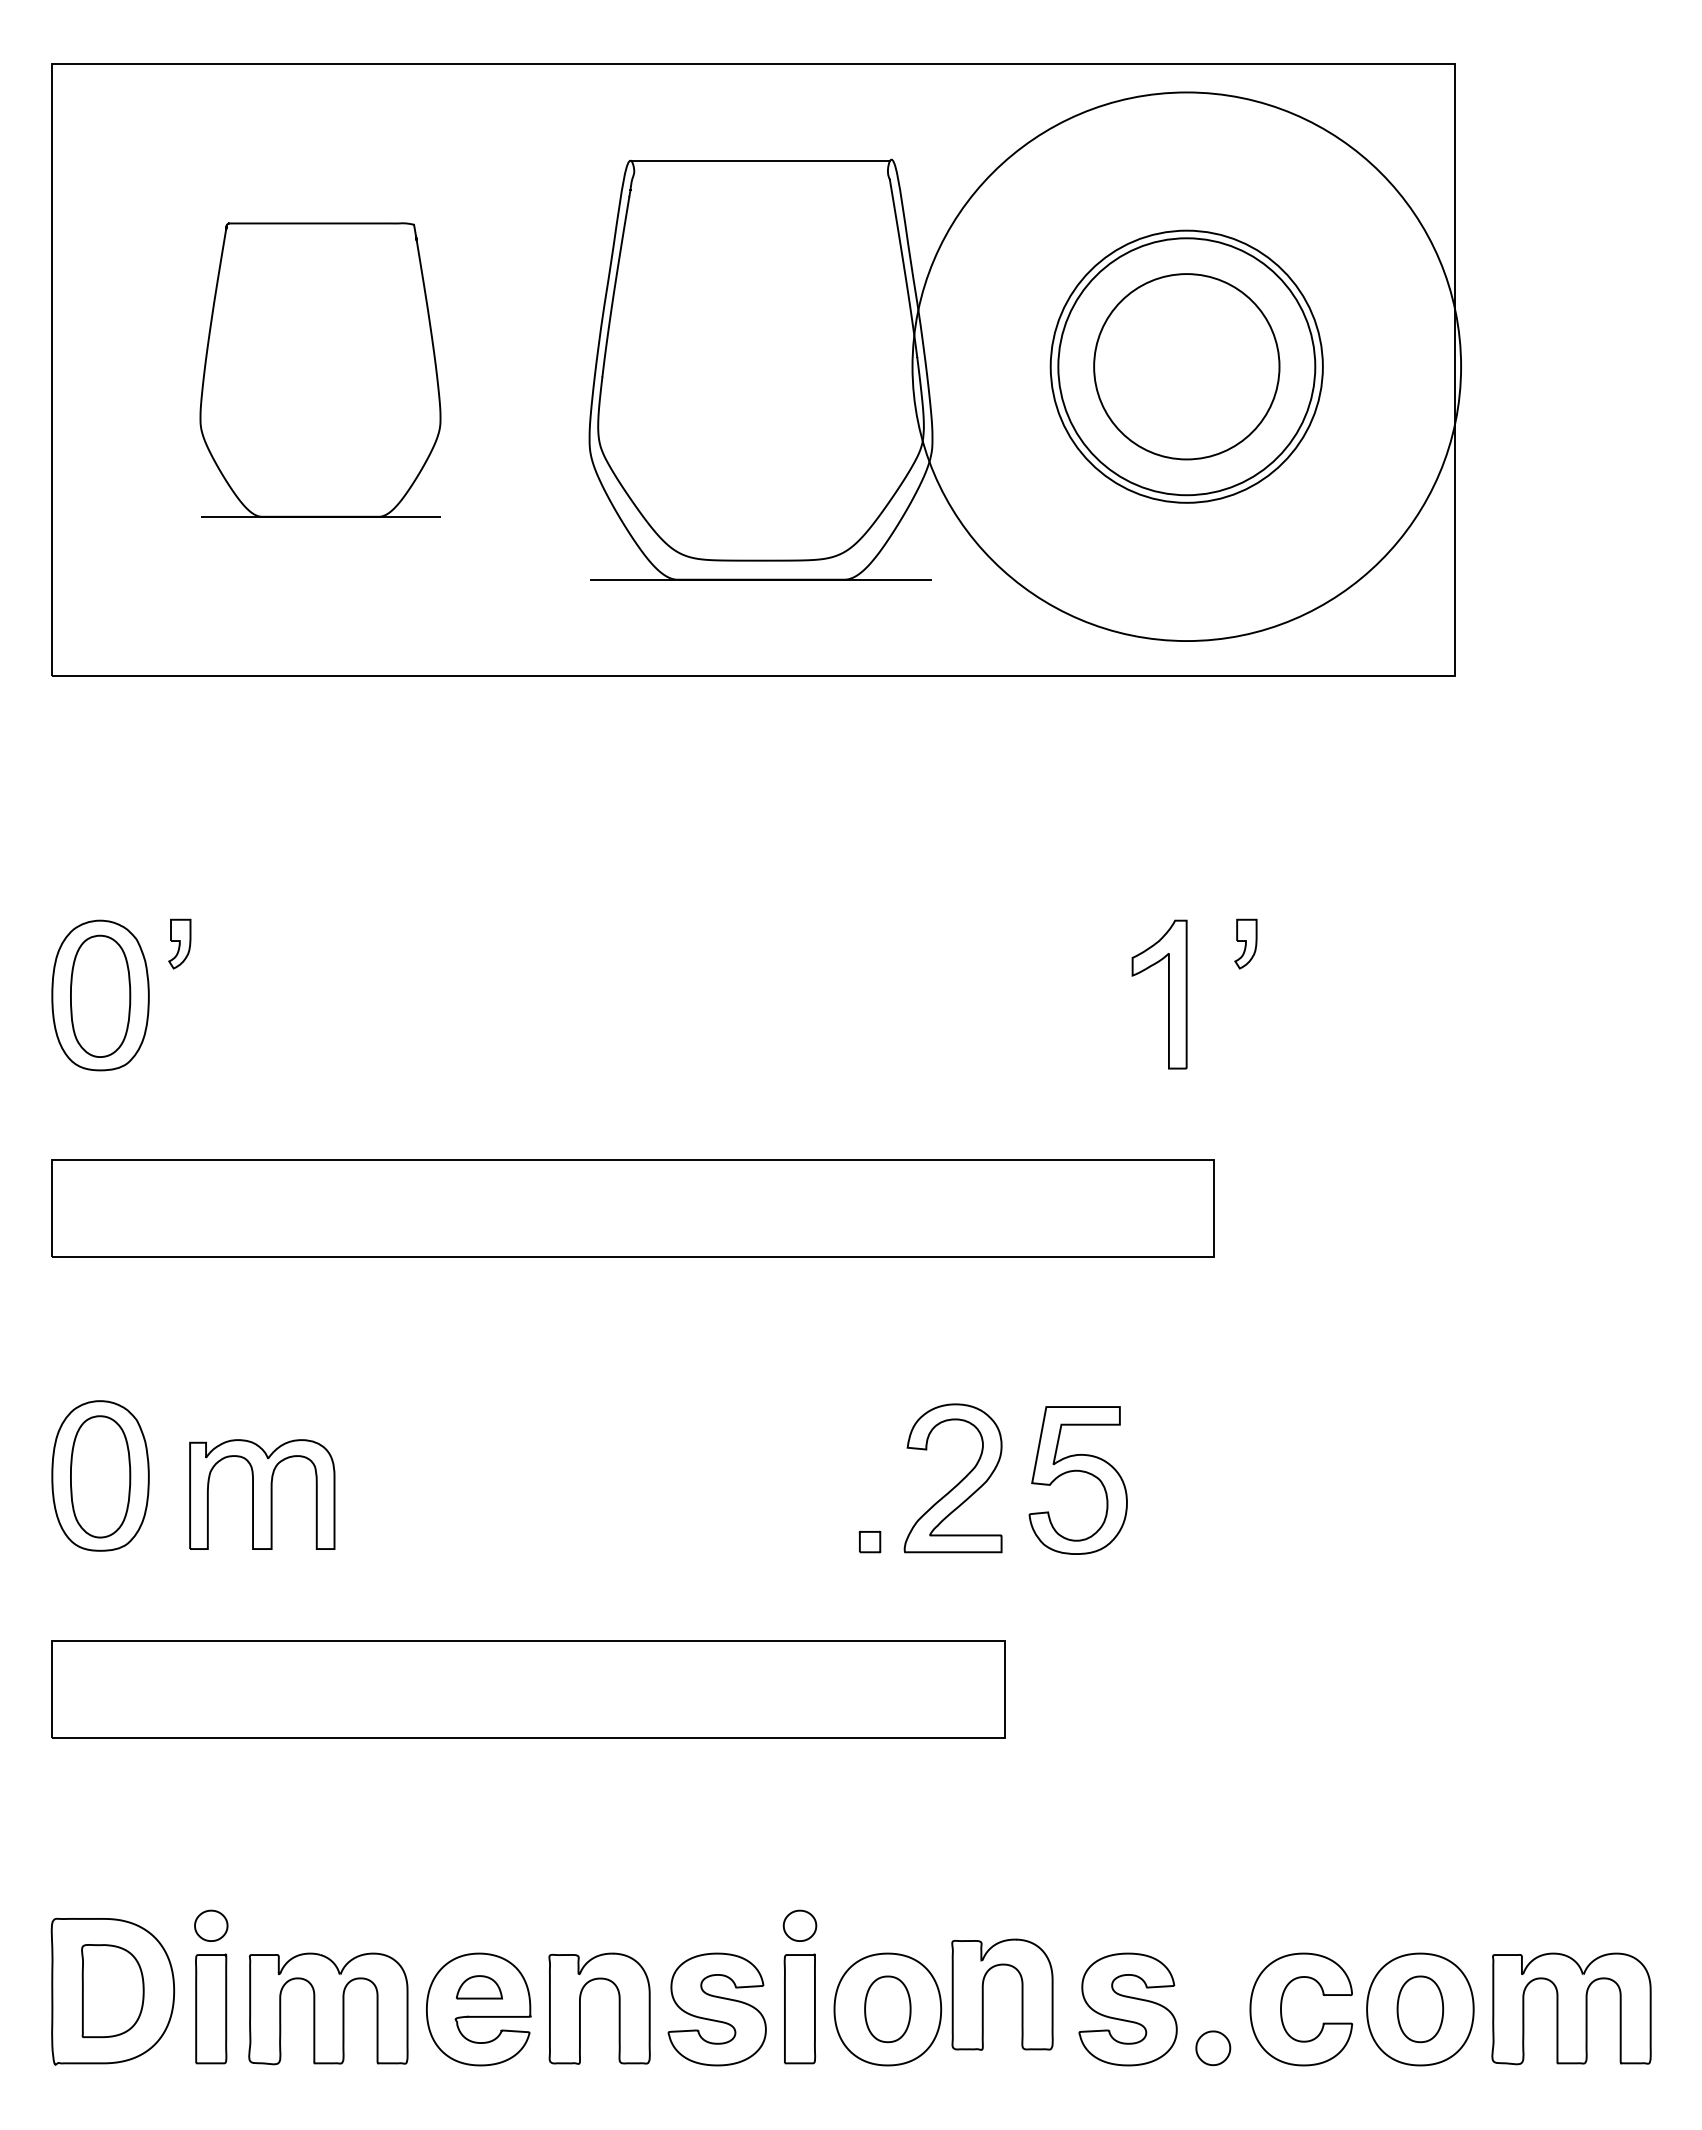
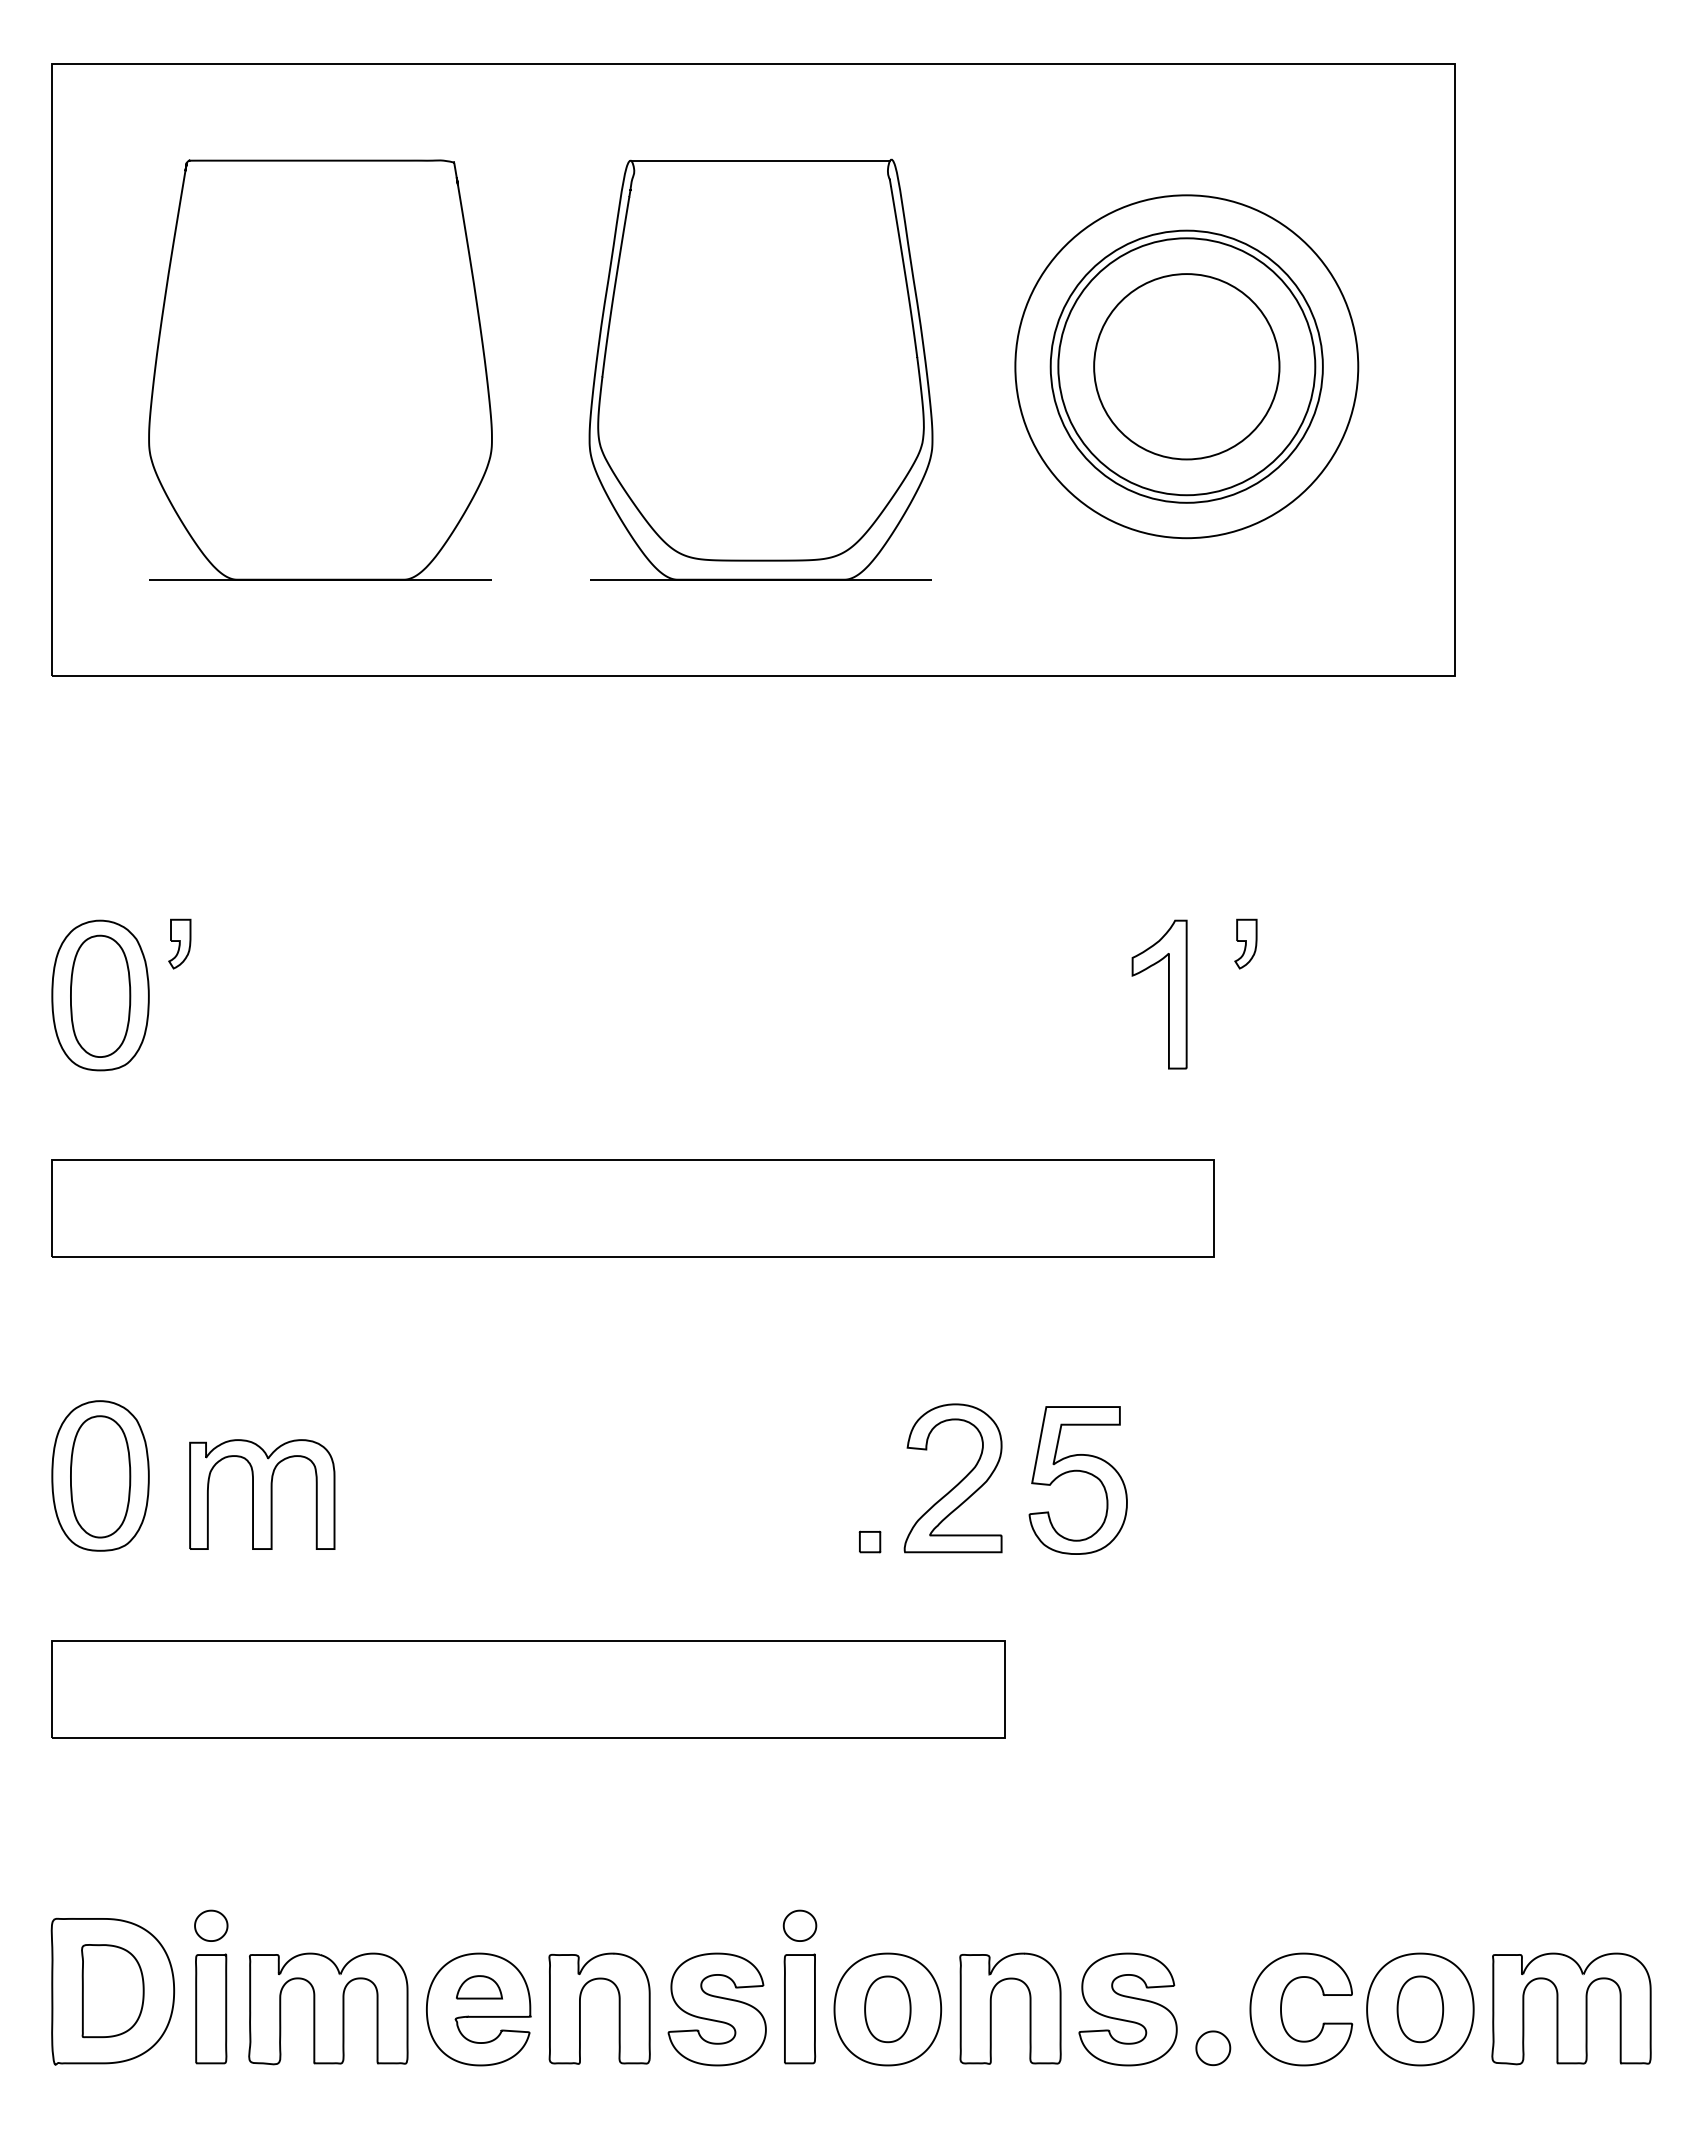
circle at (1186, 366) diameter: 549 px -> 343 px
part at (320, 369) size: 243x296 px -> 345x422 px
part at (983, 1994) position: (983, 1994) -> (991, 2008)
